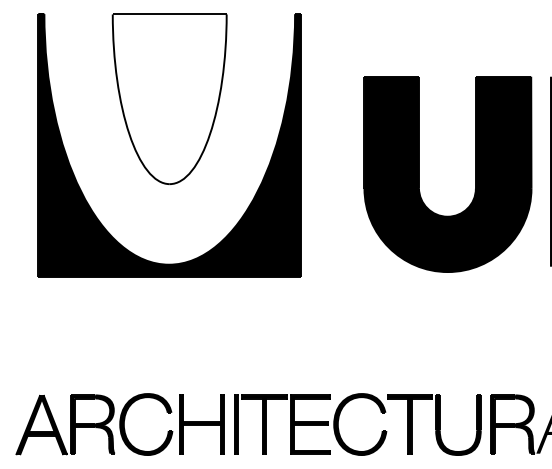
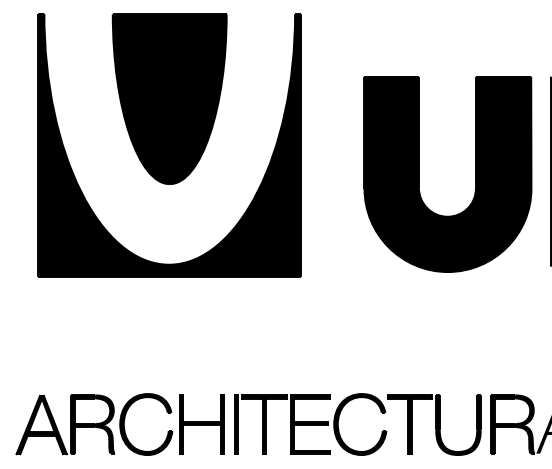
fill at (169, 98): none -> present
